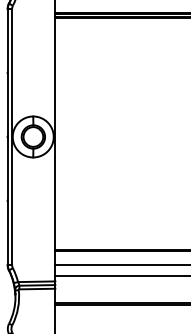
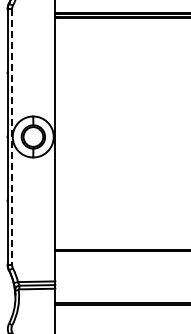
line at (12, 136): solid -> dashed
line at (121, 265): present -> none
line at (121, 275): present -> none
